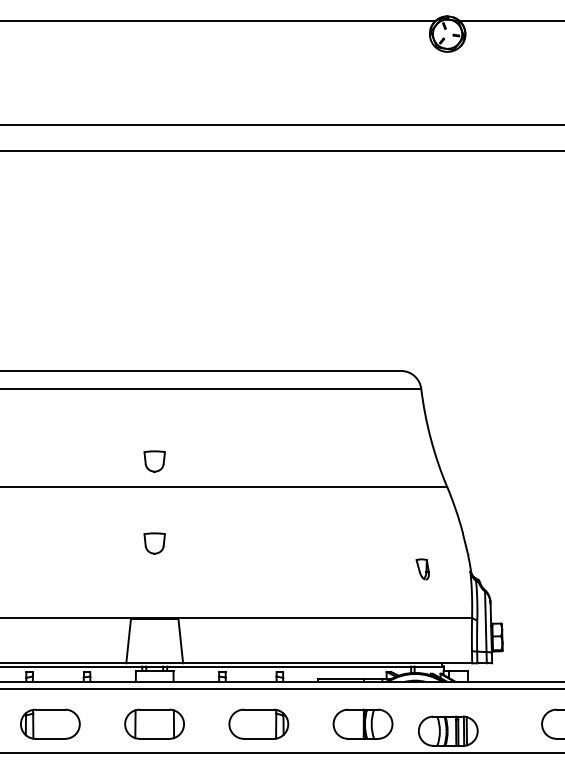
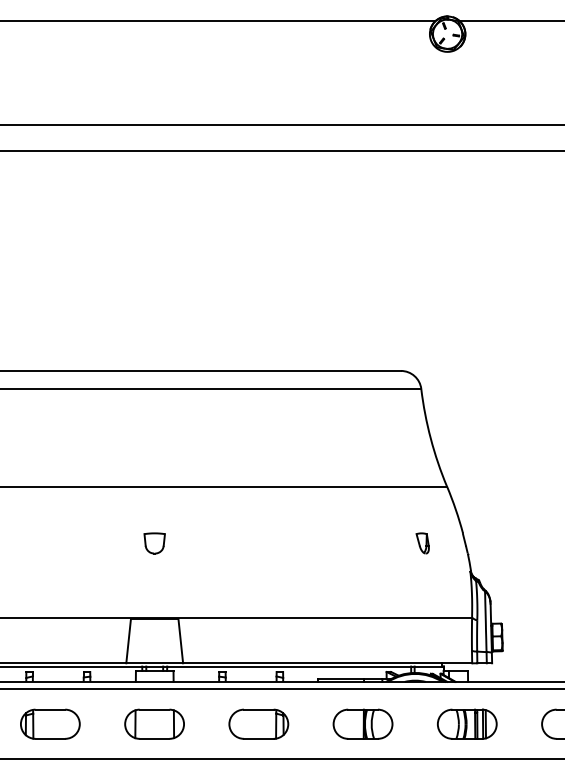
part at (154, 461): present -> none
part at (422, 569) position: (422, 569) -> (422, 543)
part at (448, 730) position: (448, 730) -> (467, 723)
line at (281, 753) position: (281, 753) -> (281, 759)
